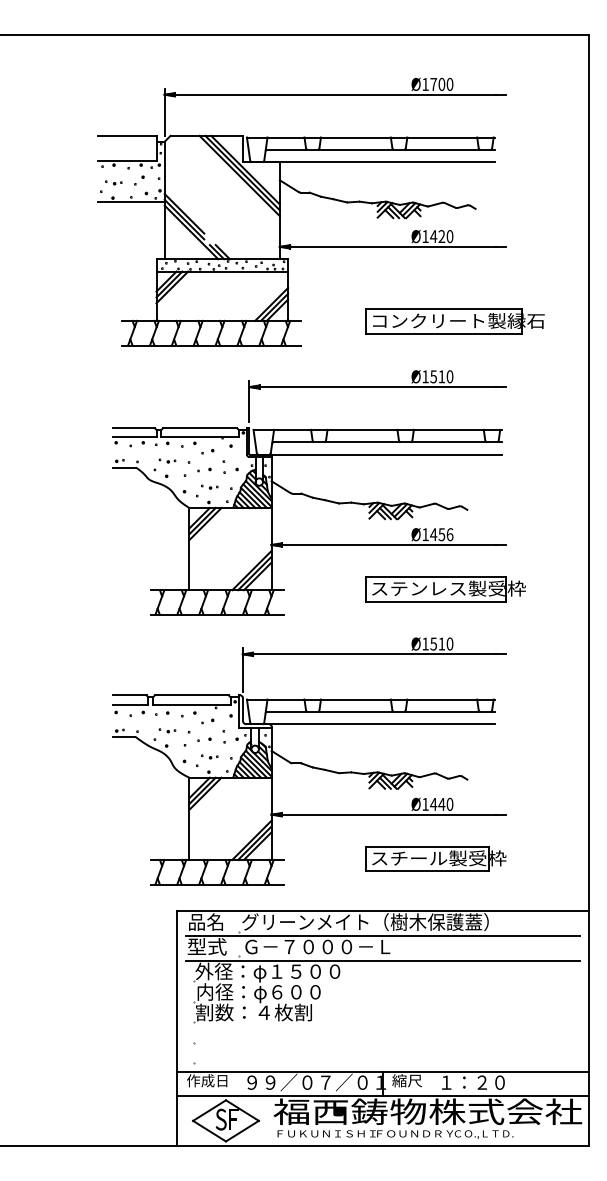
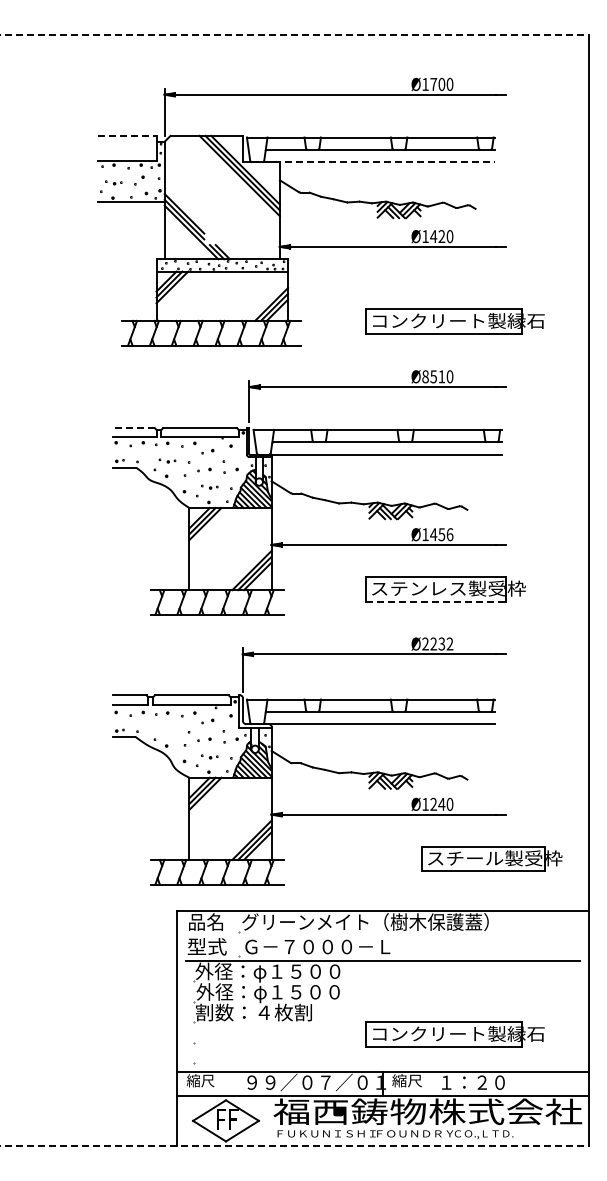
line at (294, 35): solid -> dashed
line at (127, 135): solid -> dashed
line at (373, 162): solid -> dashed
text at (425, 376): Ø1510 -> Ø8510
line at (133, 428): solid -> dashed
line at (435, 601): solid -> dashed
text at (437, 643): Ø1510 -> Ø2232
part at (167, 730): present -> none
text at (433, 803): Ø1440 -> Ø1240
part at (435, 858) position: (435, 858) -> (491, 858)
line at (382, 935): present -> none
text at (267, 991): 内径：φ６００ -> 外径：φ１５００
part at (454, 1034): none -> present
text at (206, 1080): 作成日 -> 縮尺
text at (220, 1119): S -> F
line at (294, 1145): solid -> dashed
